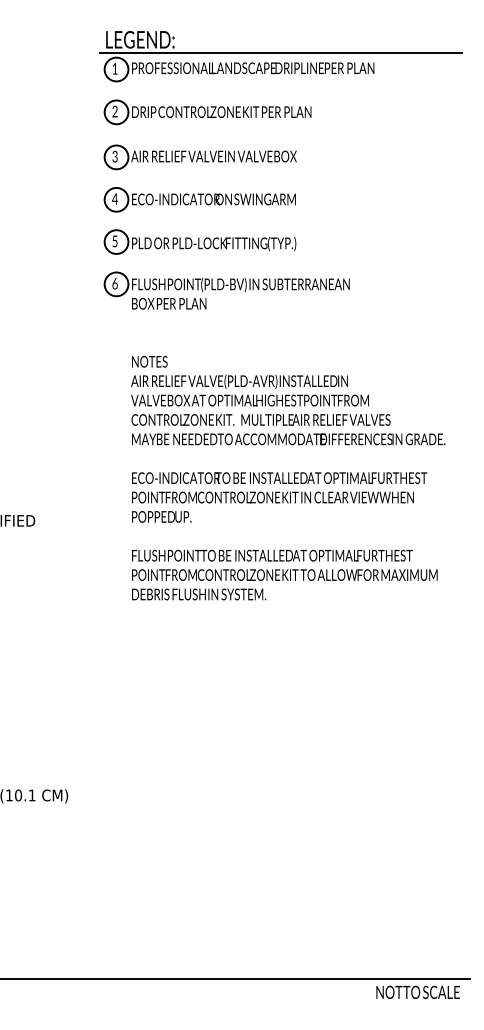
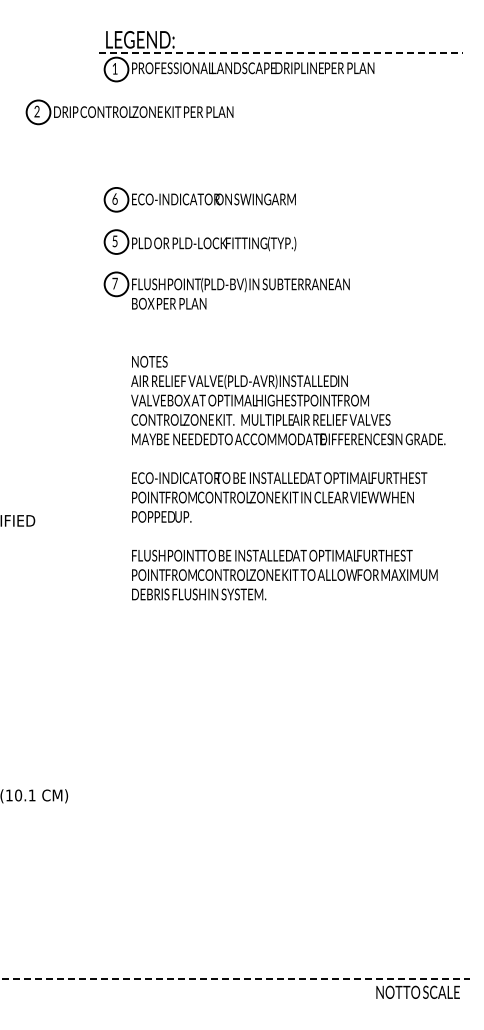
line at (281, 52): solid -> dashed
part at (207, 112) position: (207, 112) -> (129, 112)
part at (199, 157): present -> none
text at (114, 198): 4 -> 6
text at (114, 283): 6 -> 7
line at (235, 978): solid -> dashed
